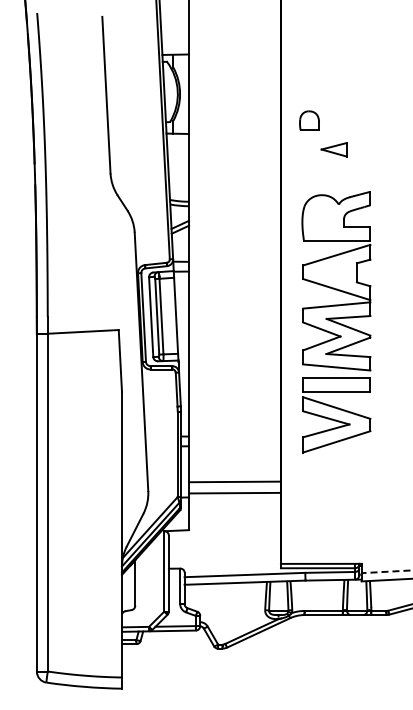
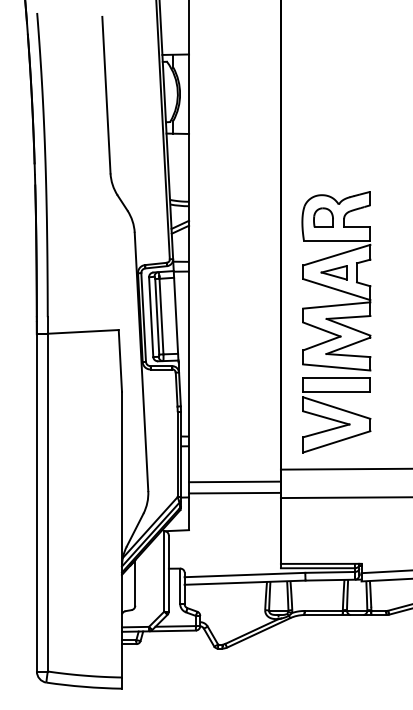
part at (309, 120) position: (309, 120) -> (323, 217)
part at (333, 149) position: (333, 149) -> (333, 272)
line at (344, 468): none -> present
line at (344, 497): none -> present
line at (386, 571): dashed -> solid
